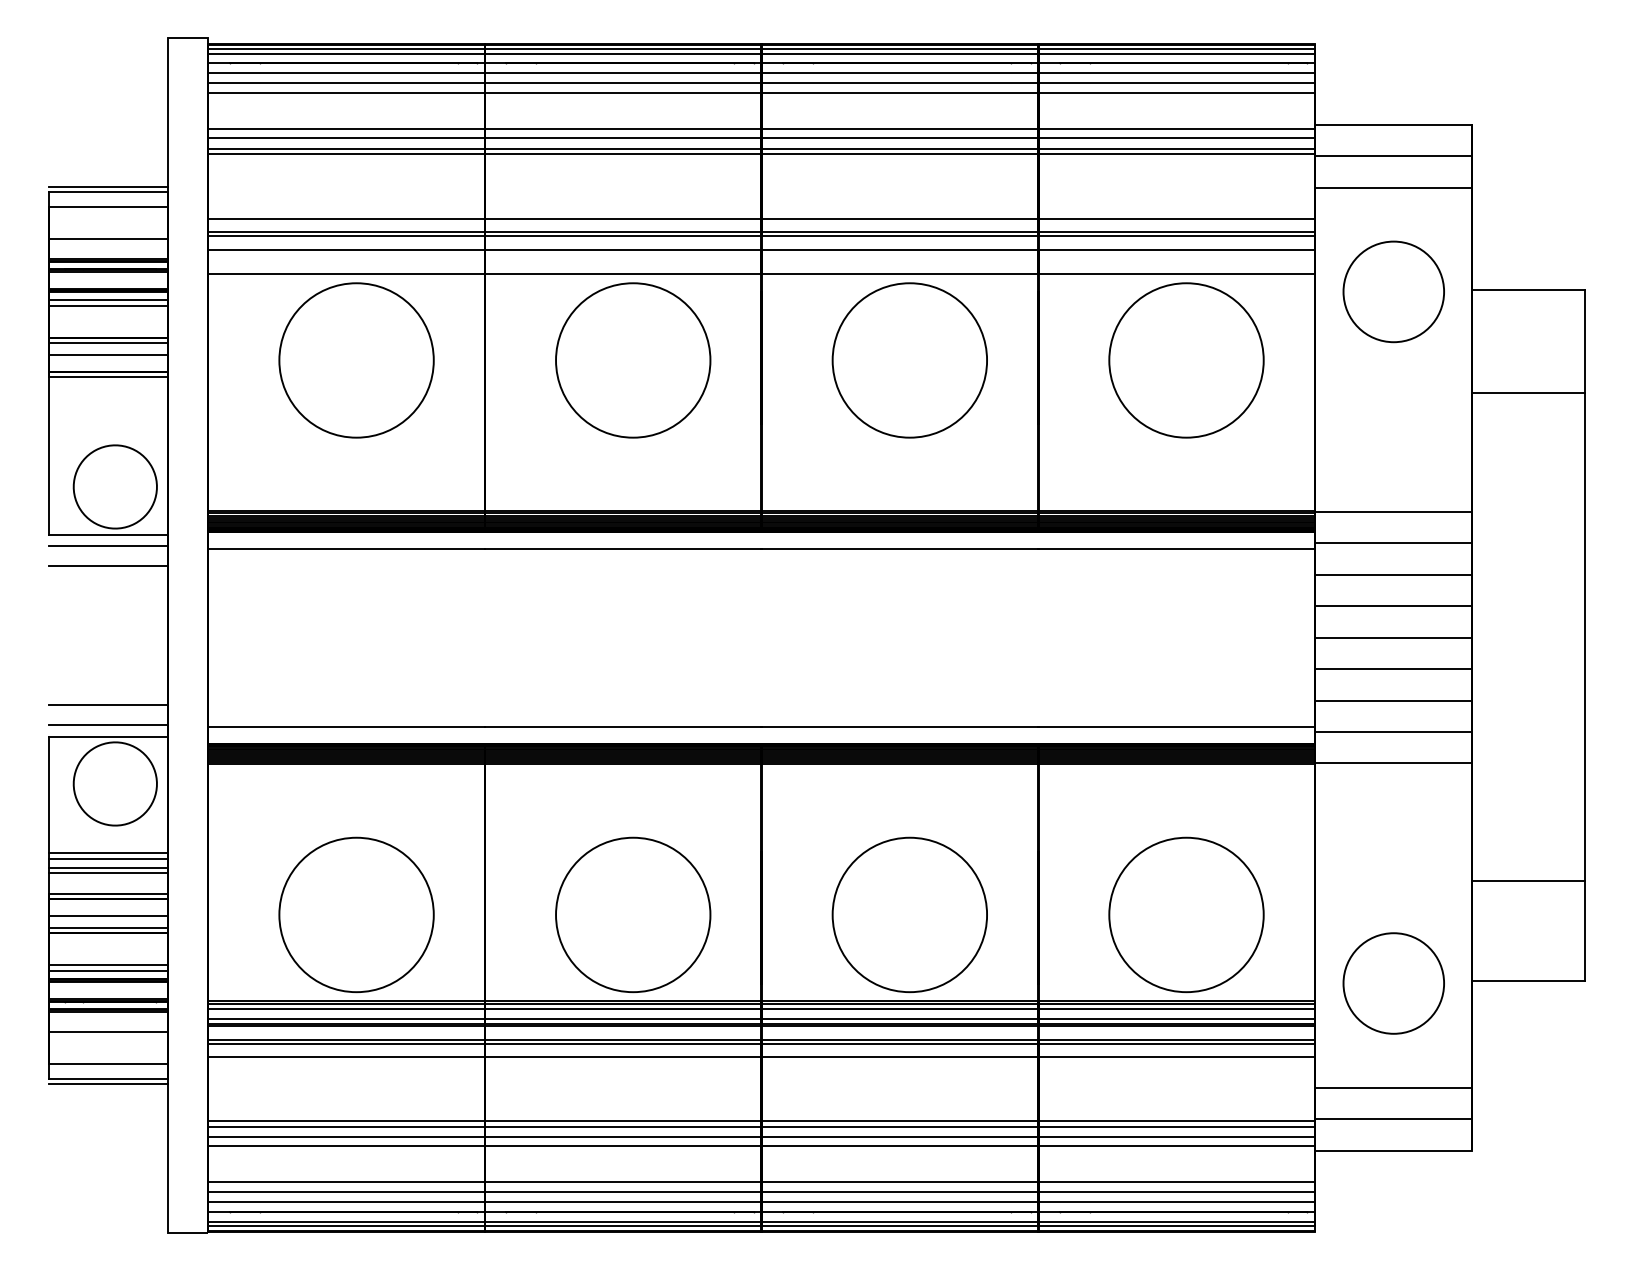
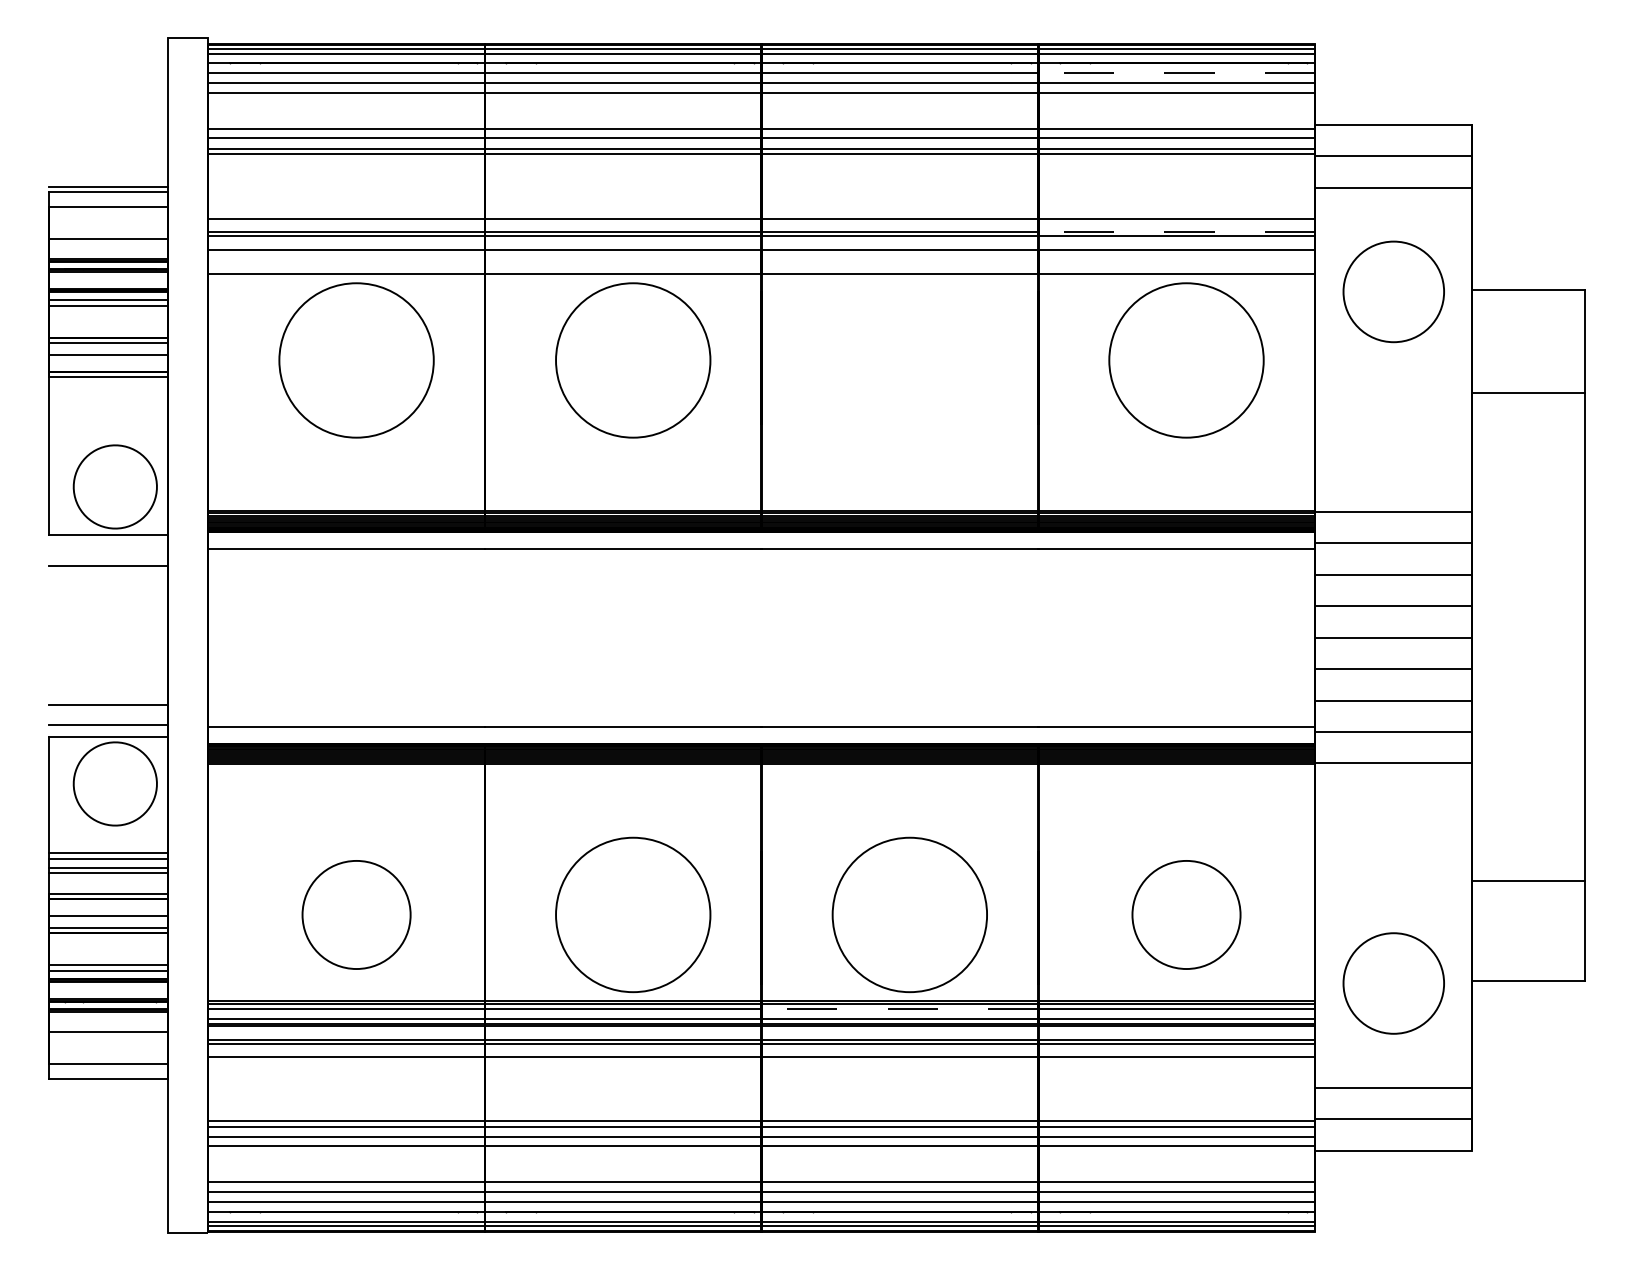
line at (1176, 73): solid -> dashed
line at (1176, 231): solid -> dashed
circle at (909, 360): present -> none
line at (108, 546): present -> none
circle at (356, 914) diameter: 154 px -> 108 px
circle at (1186, 914) diameter: 154 px -> 108 px
line at (899, 1009): solid -> dashed
line at (108, 1084): present -> none
